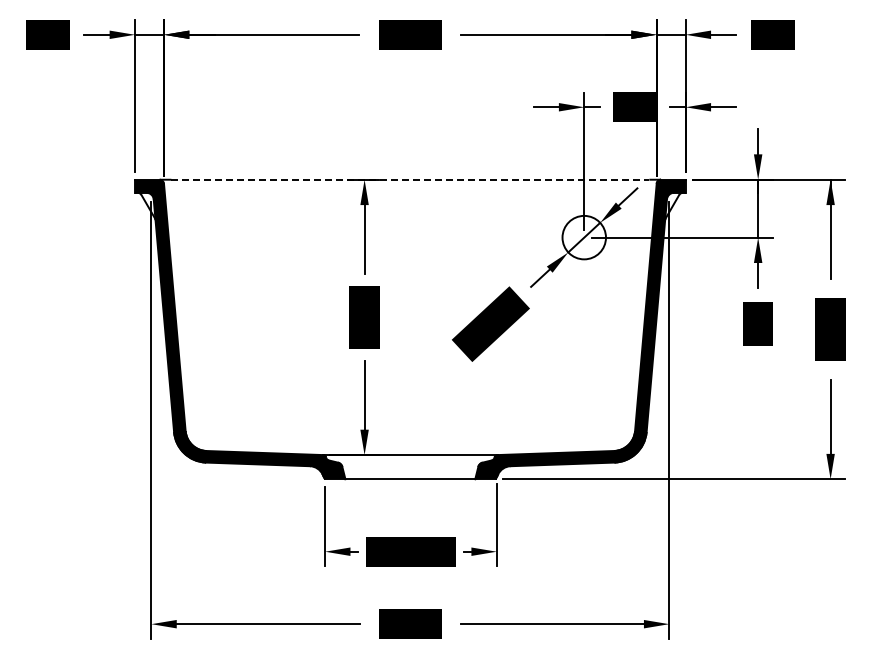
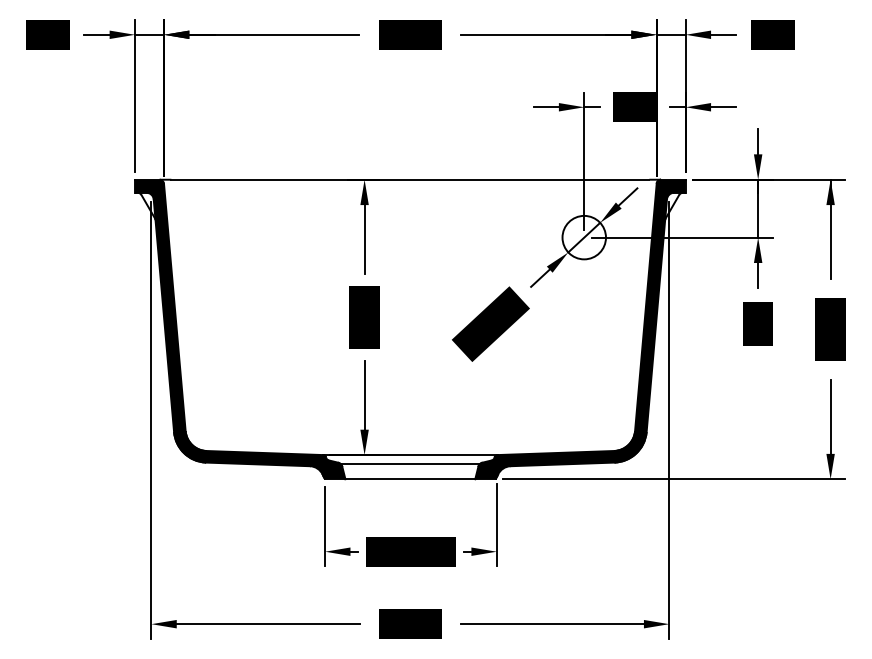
line at (410, 179): dashed -> solid
line at (409, 464): none -> present
